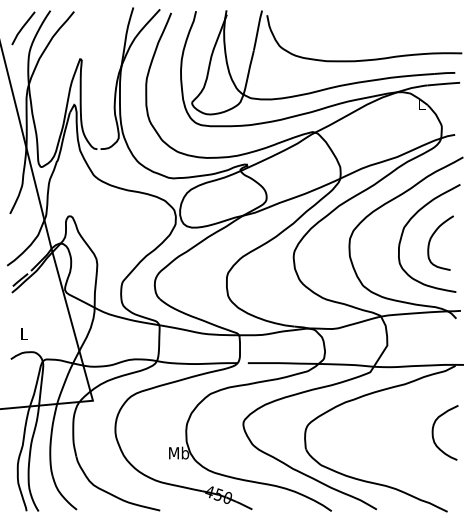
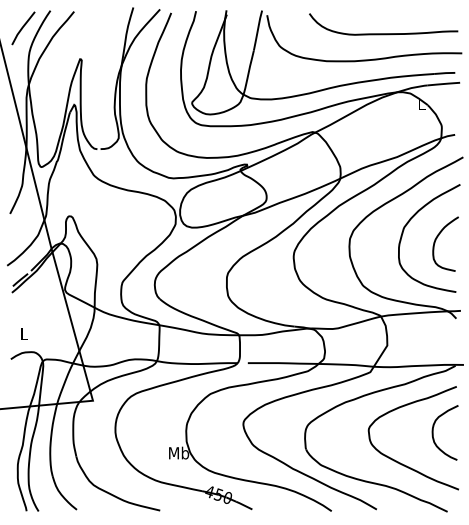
curve at (383, 33): none -> present
curve at (432, 237) position: (432, 237) -> (437, 238)
curve at (400, 462): none -> present
